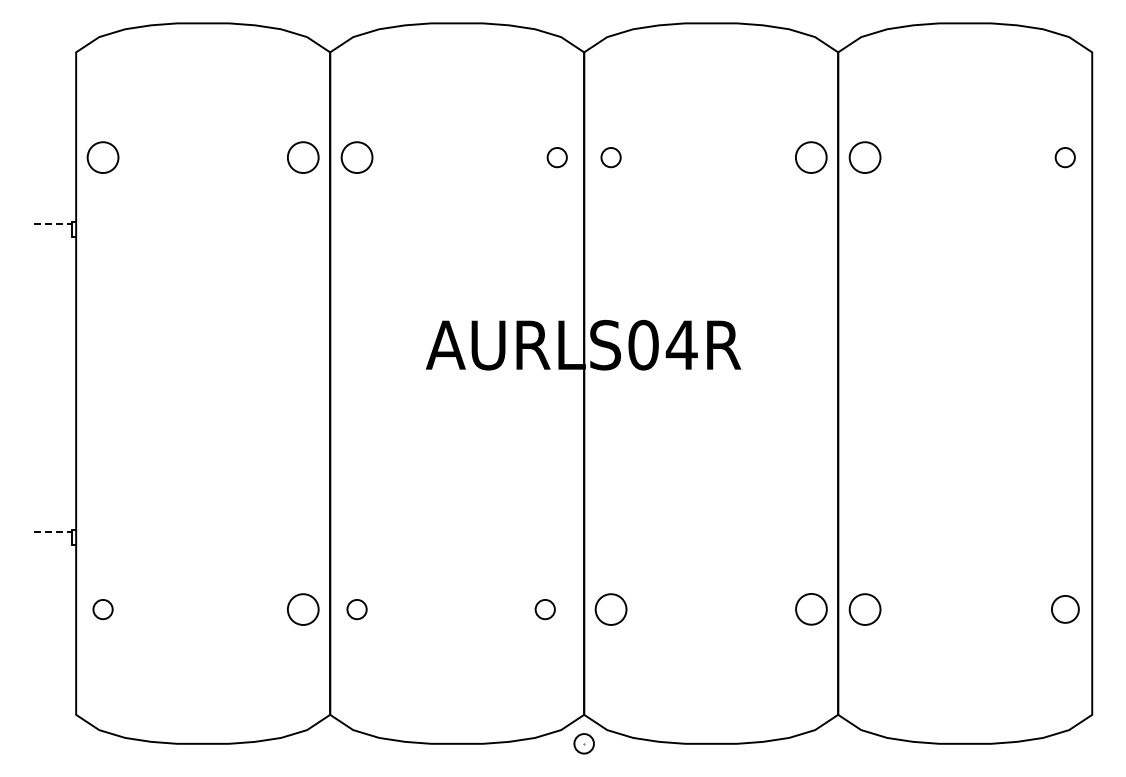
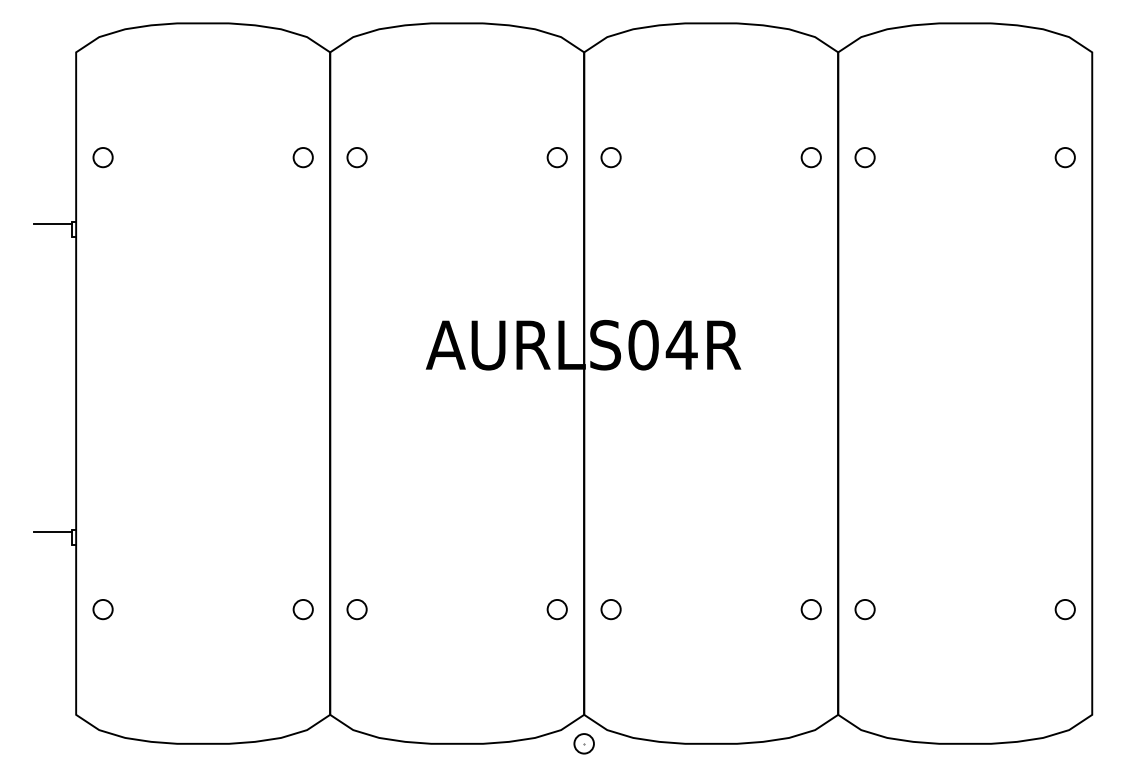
circle at (102, 157) diameter: 31 px -> 19 px
circle at (302, 157) diameter: 31 px -> 19 px
circle at (356, 157) diameter: 31 px -> 19 px
circle at (810, 157) diameter: 31 px -> 19 px
circle at (864, 157) diameter: 31 px -> 19 px
line at (53, 223): dashed -> solid
line at (53, 531): dashed -> solid
circle at (302, 609) diameter: 31 px -> 19 px
circle at (544, 609) position: (544, 609) -> (556, 609)
circle at (610, 609) diameter: 31 px -> 19 px
circle at (811, 609) size: 33x33 px -> 22x22 px
circle at (864, 609) diameter: 31 px -> 19 px
circle at (1065, 609) size: 29x29 px -> 22x22 px
